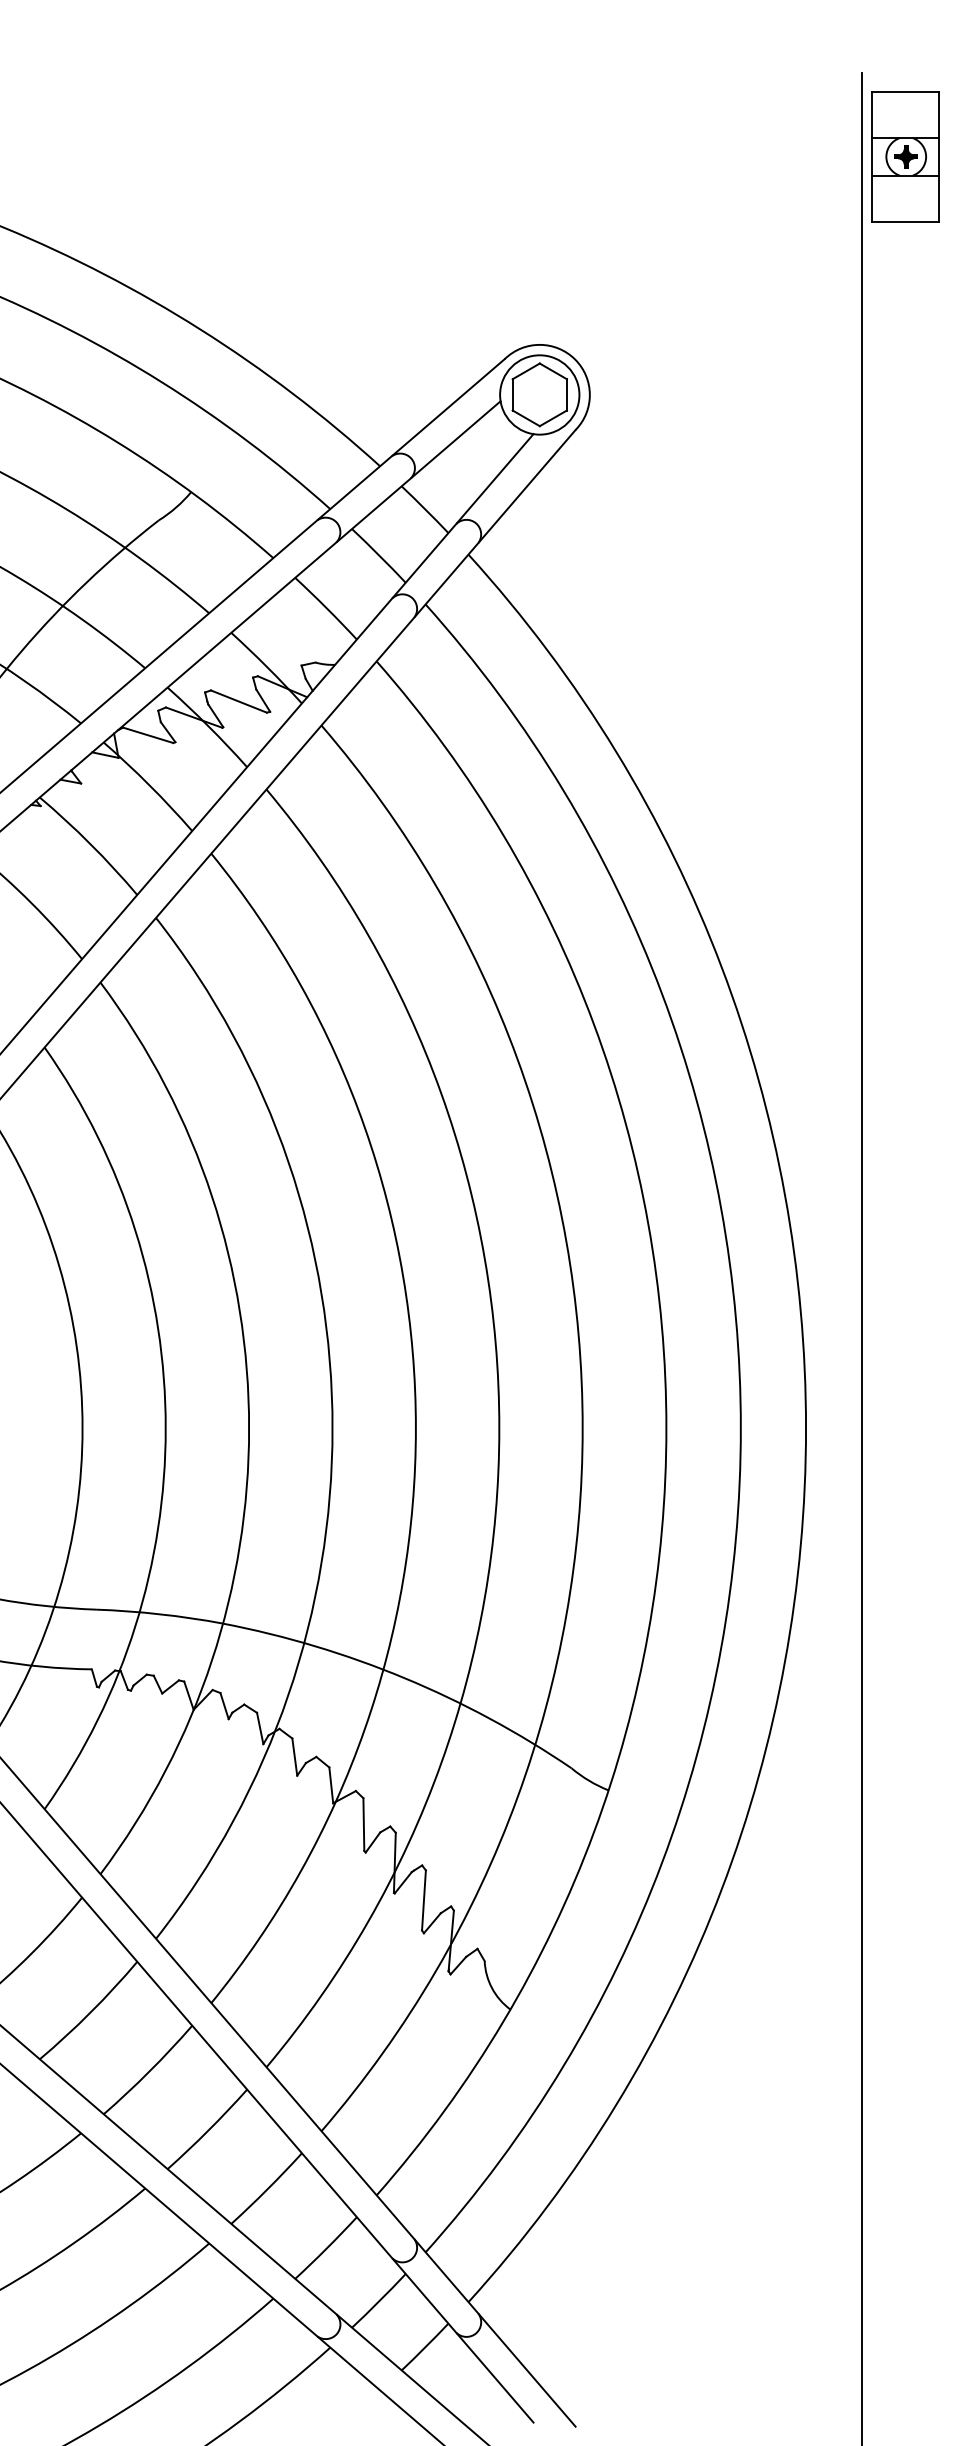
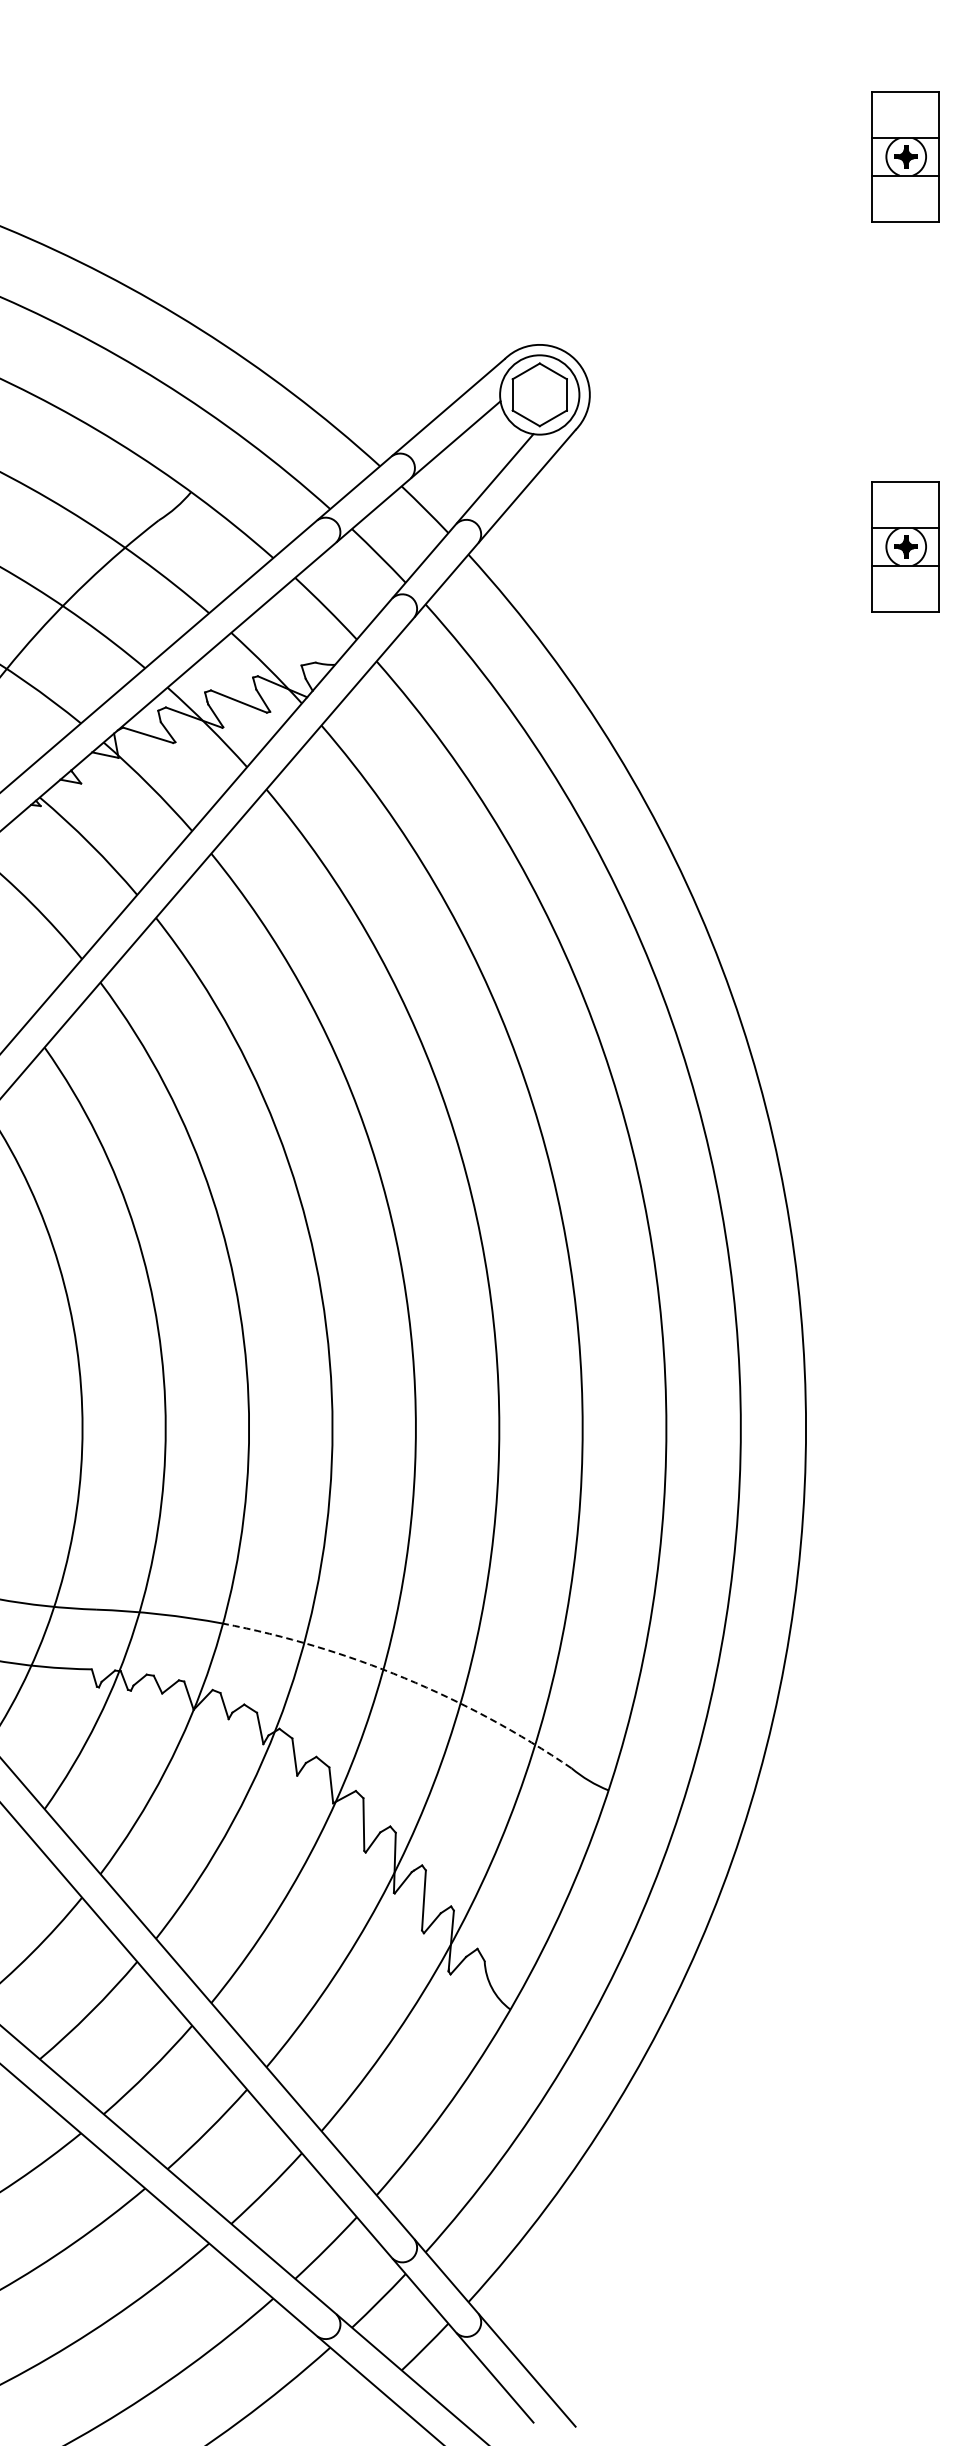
part at (905, 546): none -> present
line at (862, 1257): present -> none
arc at (404, 1678): solid -> dashed
